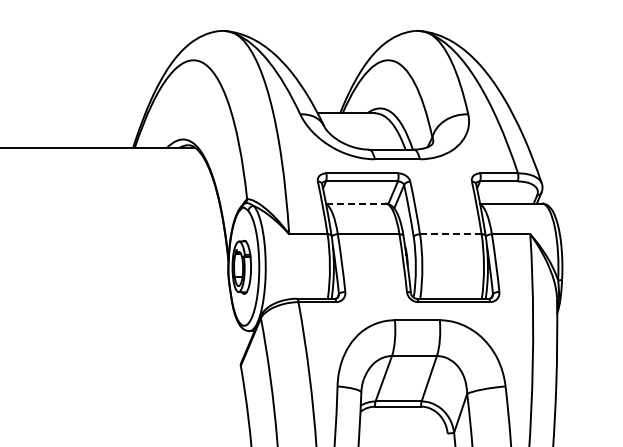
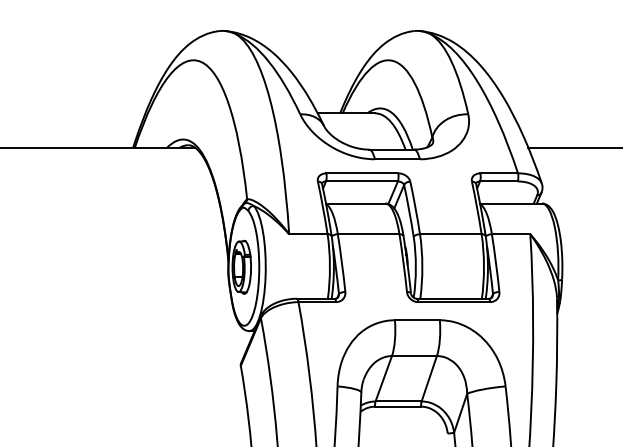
line at (573, 147): none -> present
line at (355, 203): dashed -> solid
line at (450, 234): dashed -> solid
